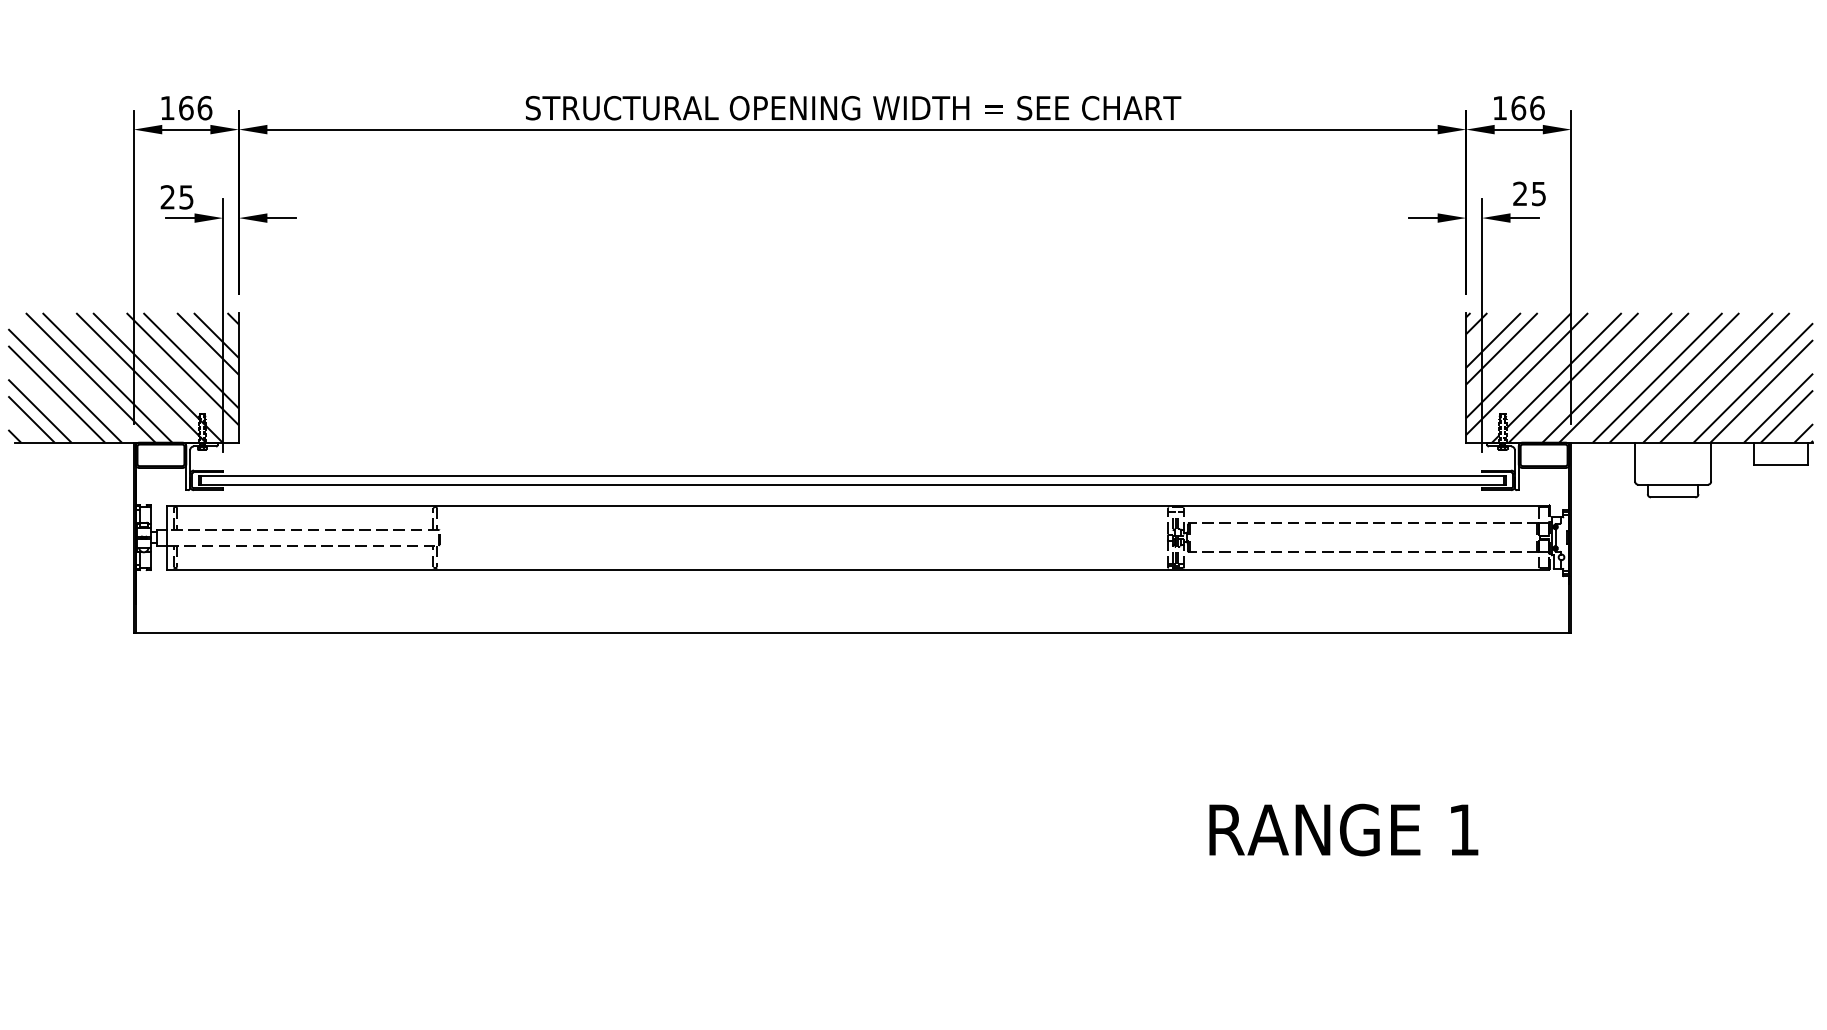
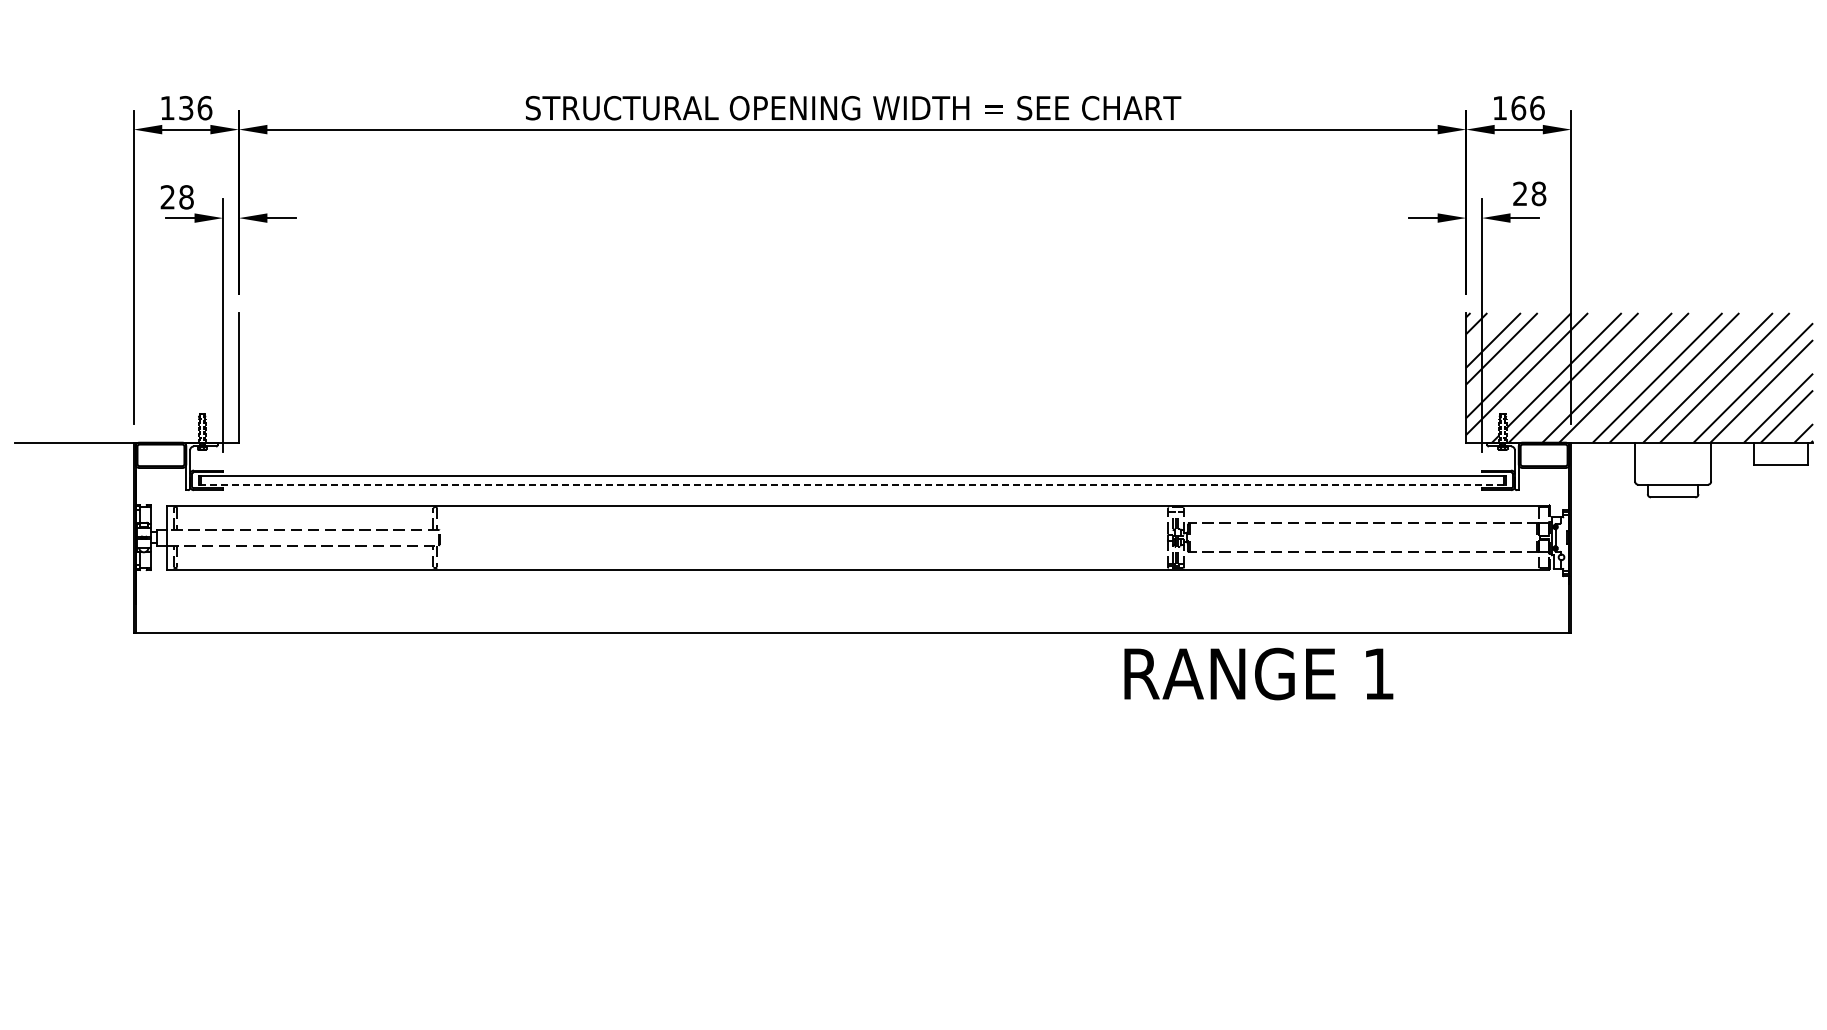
text at (186, 108): 166 -> 136
text at (1538, 193): 25 -> 28
text at (186, 197): 25 -> 28
hatch at (123, 377): present -> none
line at (852, 484): solid -> dashed
text at (1343, 829) position: (1343, 829) -> (1258, 673)
